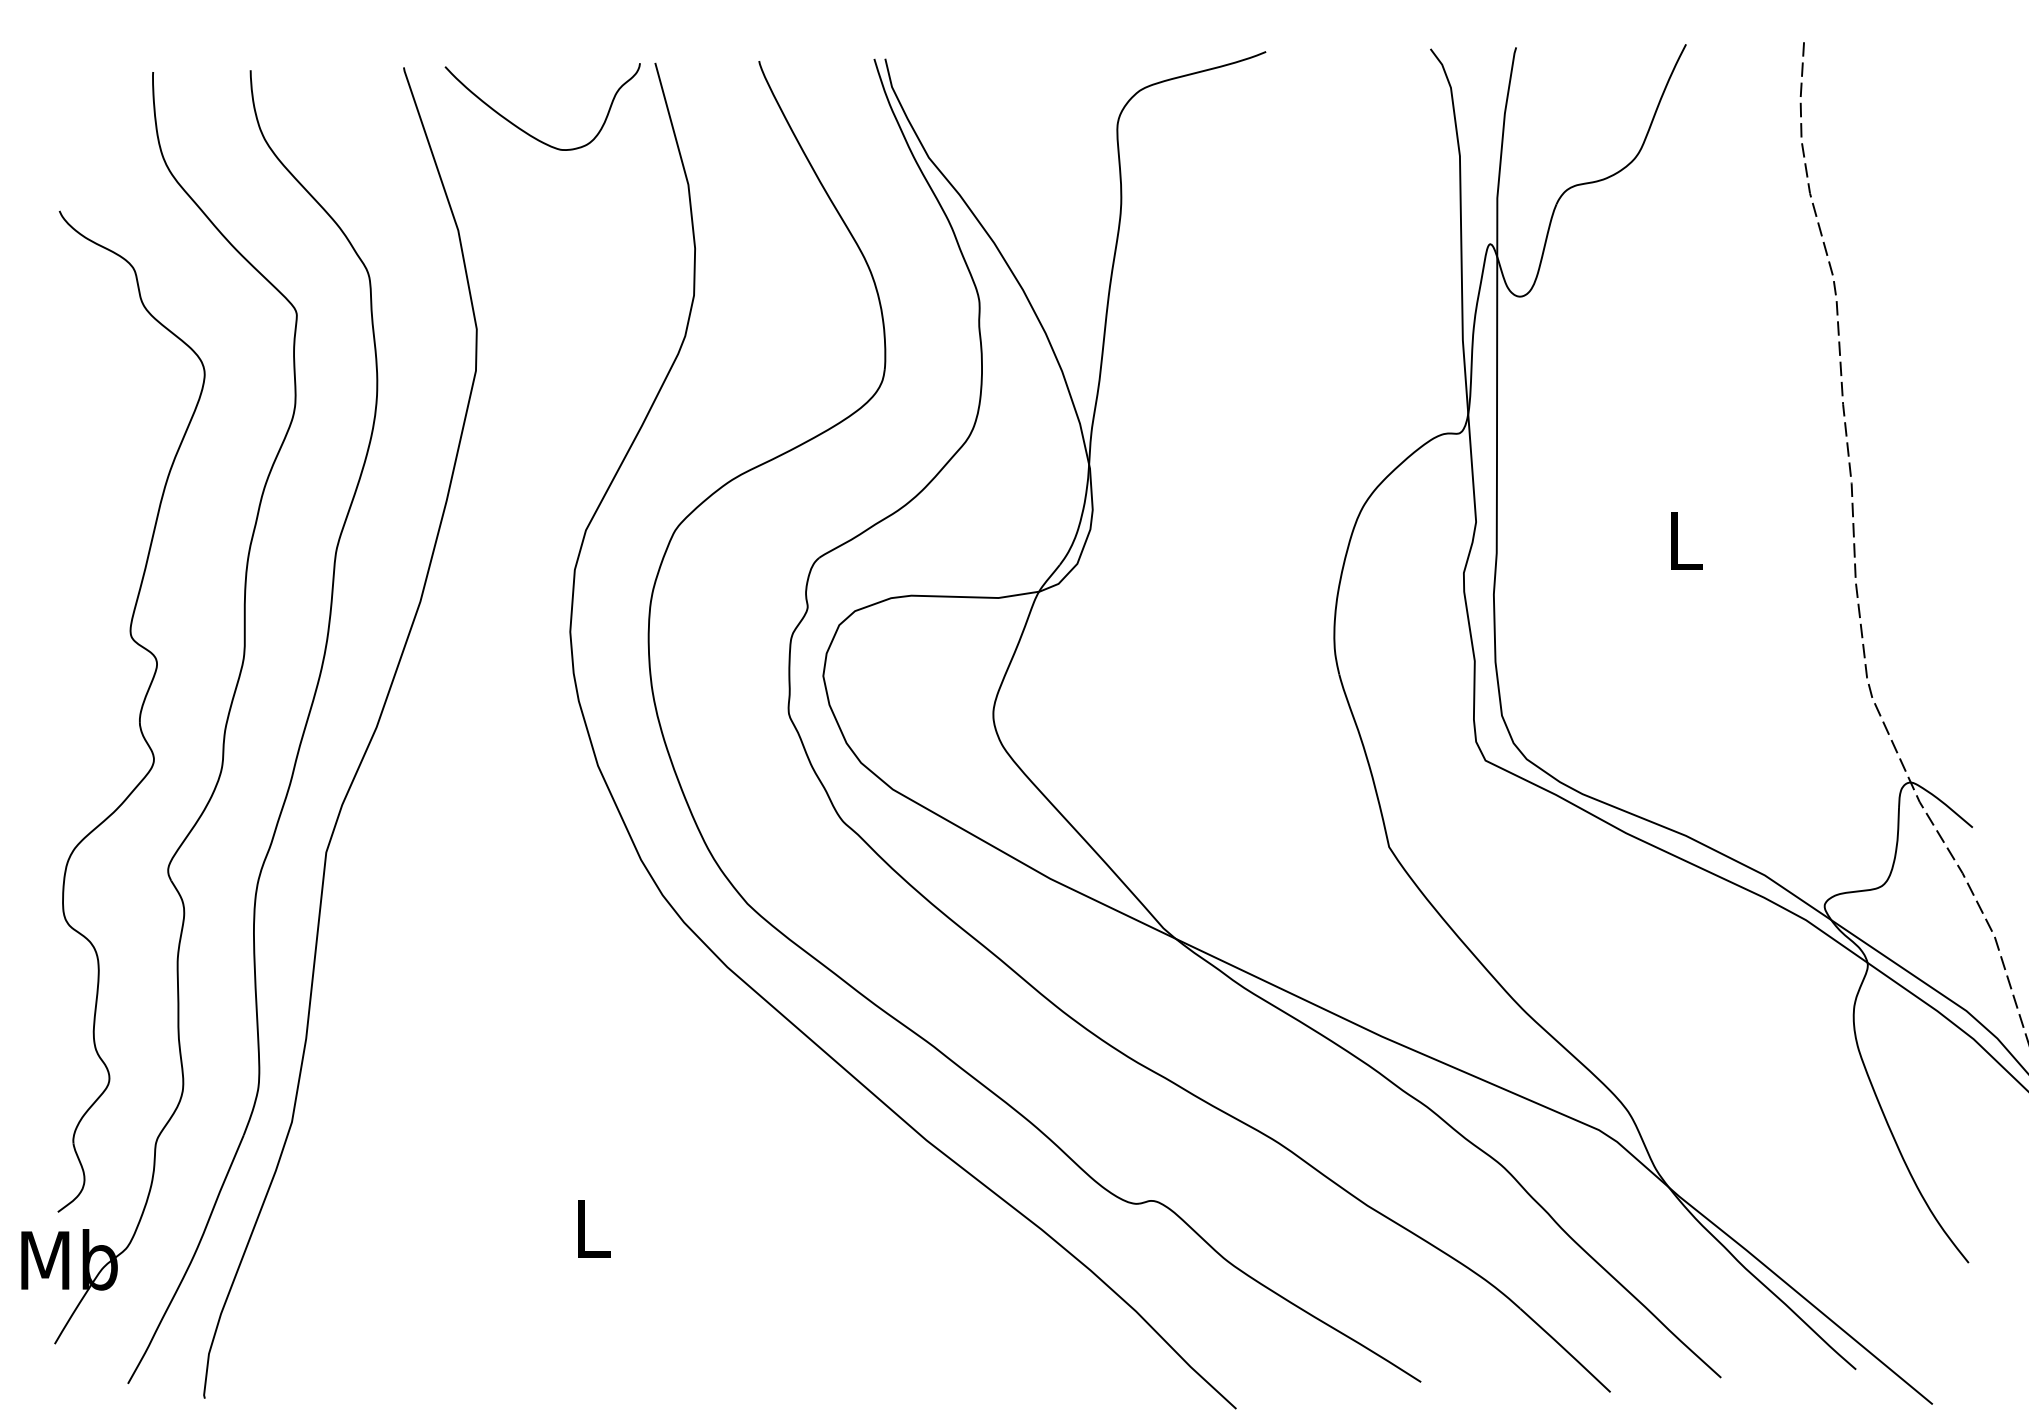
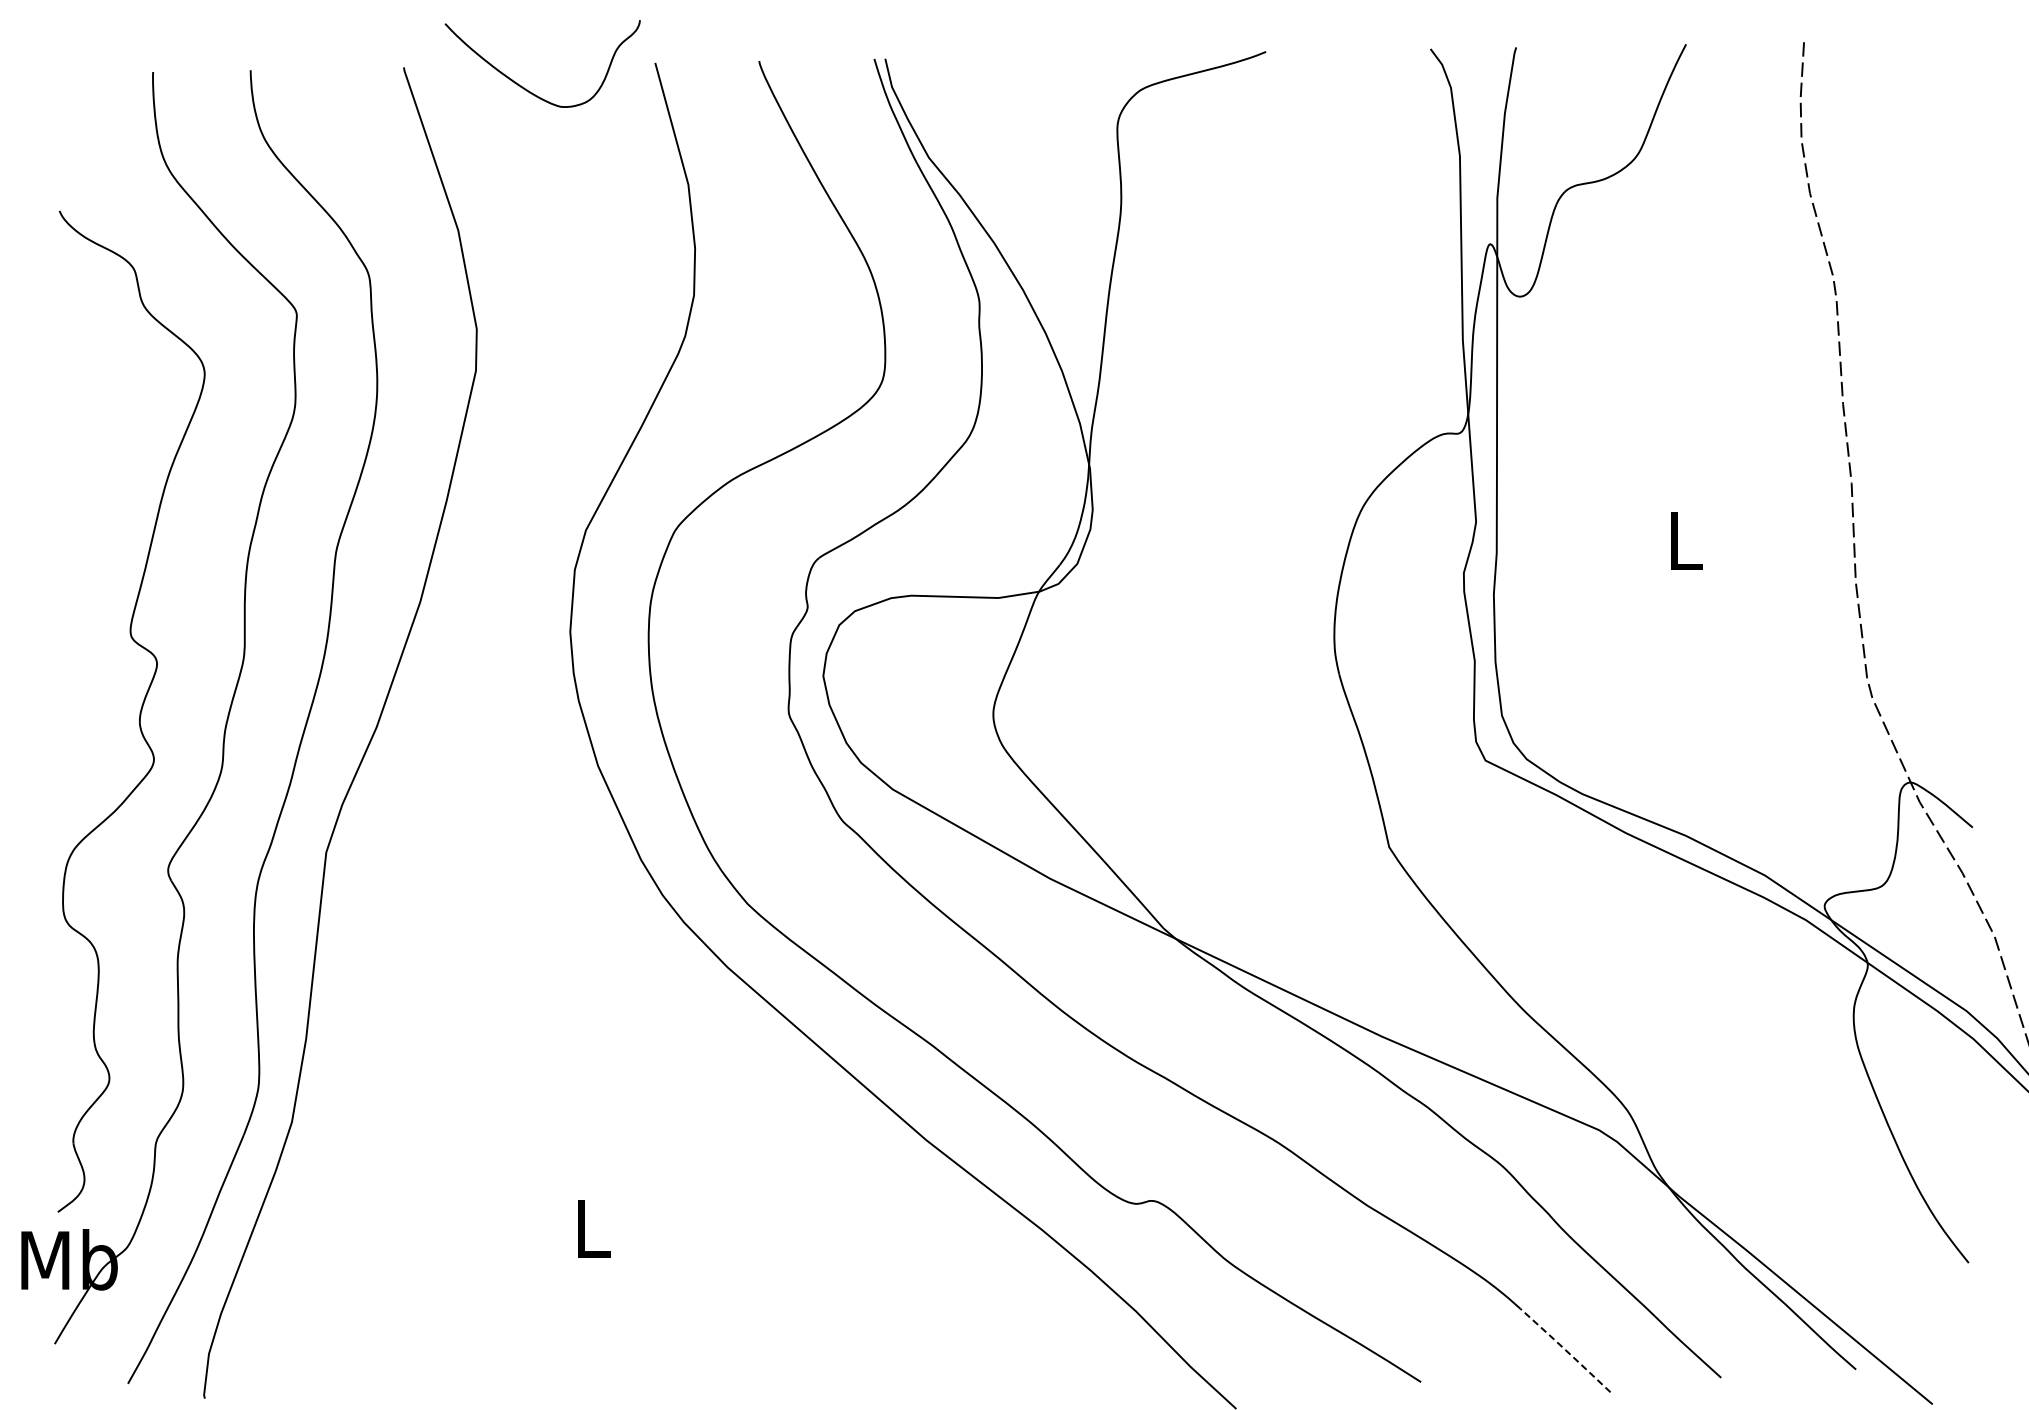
curve at (524, 130) position: (524, 130) -> (524, 87)
line at (1565, 1350): solid -> dashed
